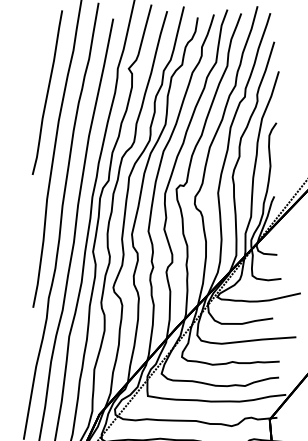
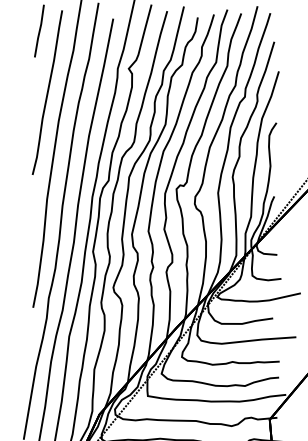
line at (39, 30): none -> present
